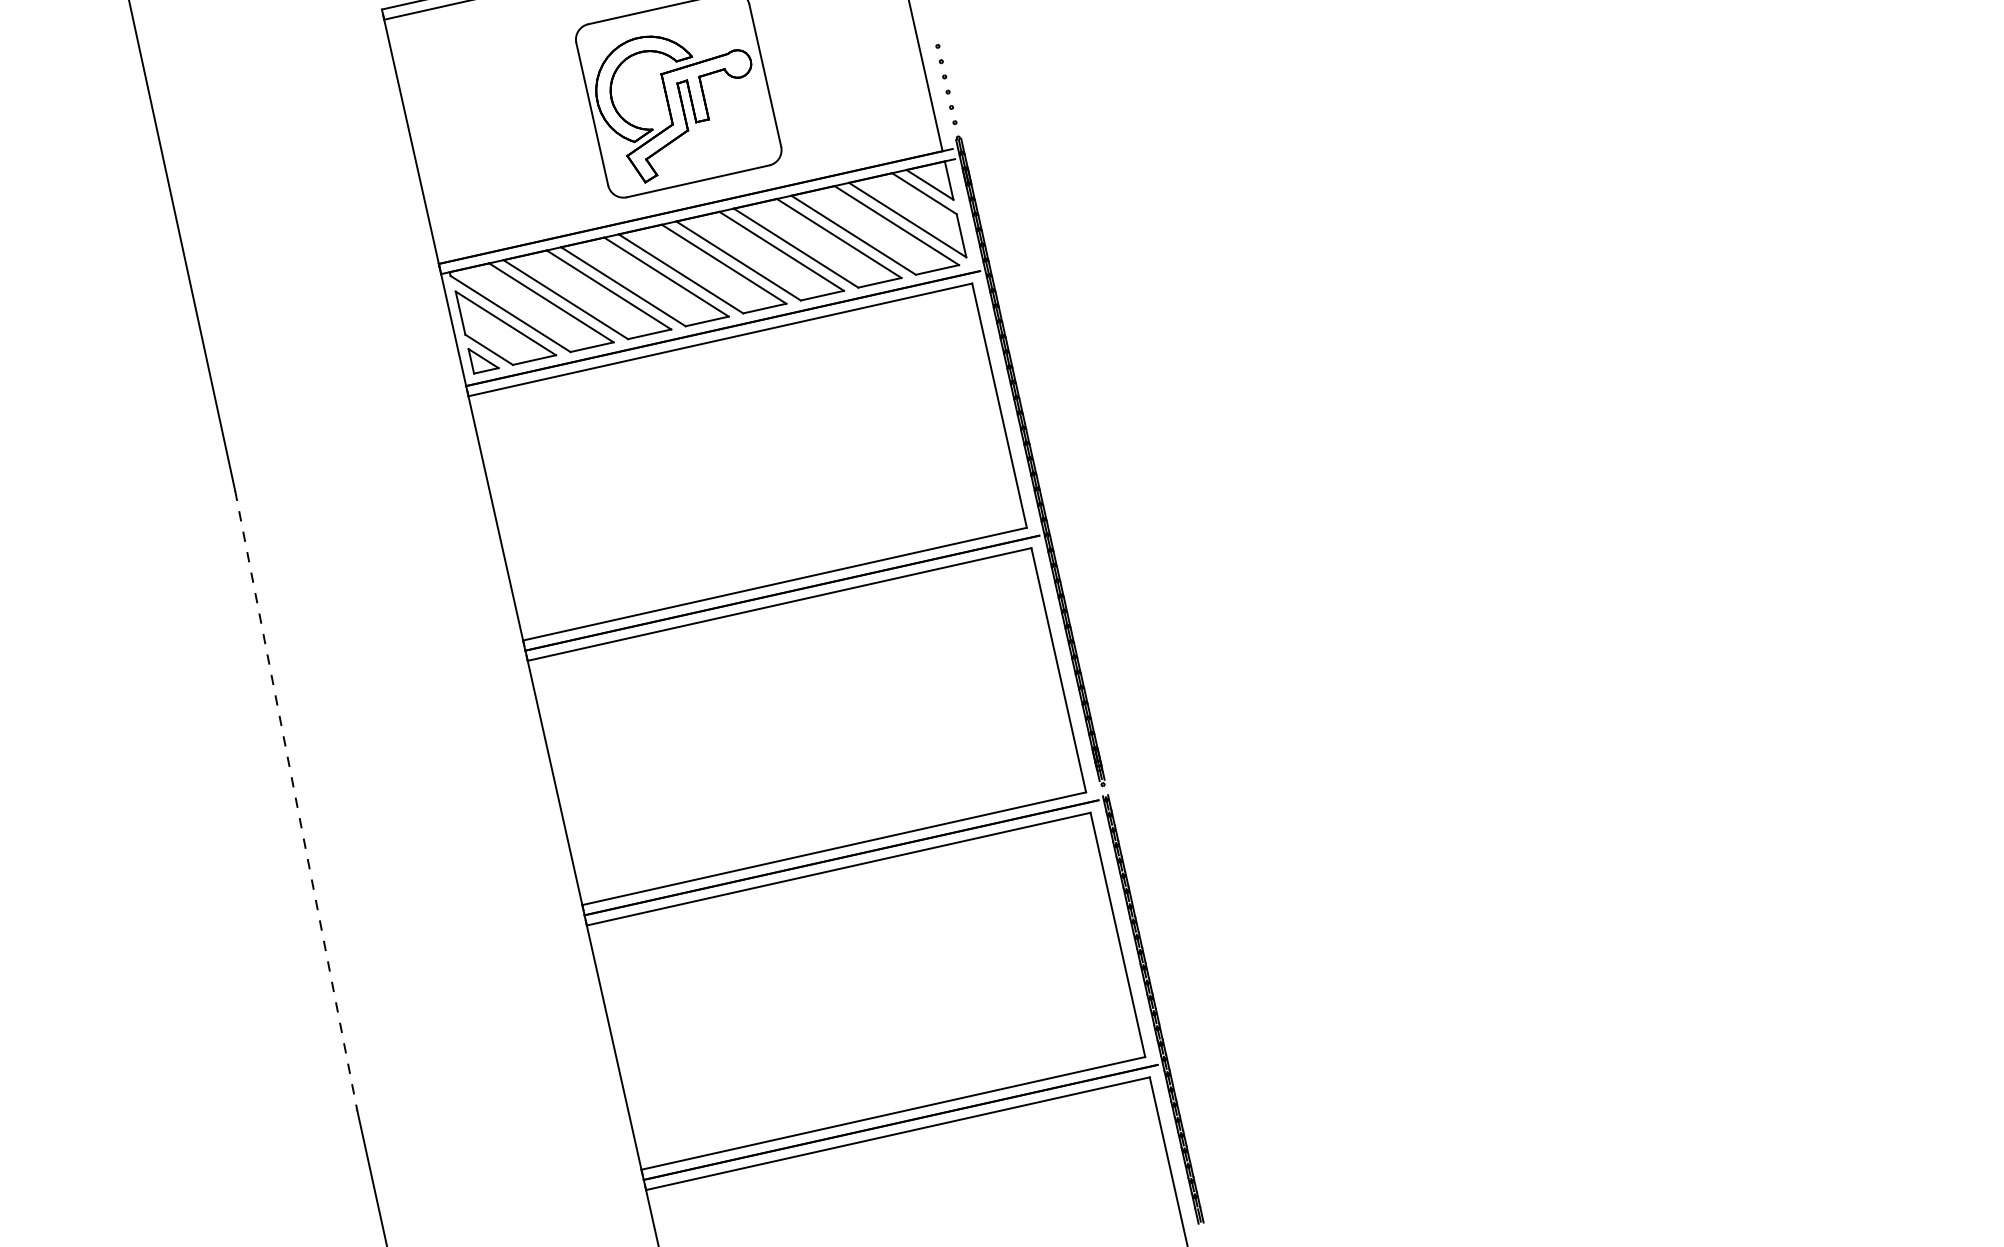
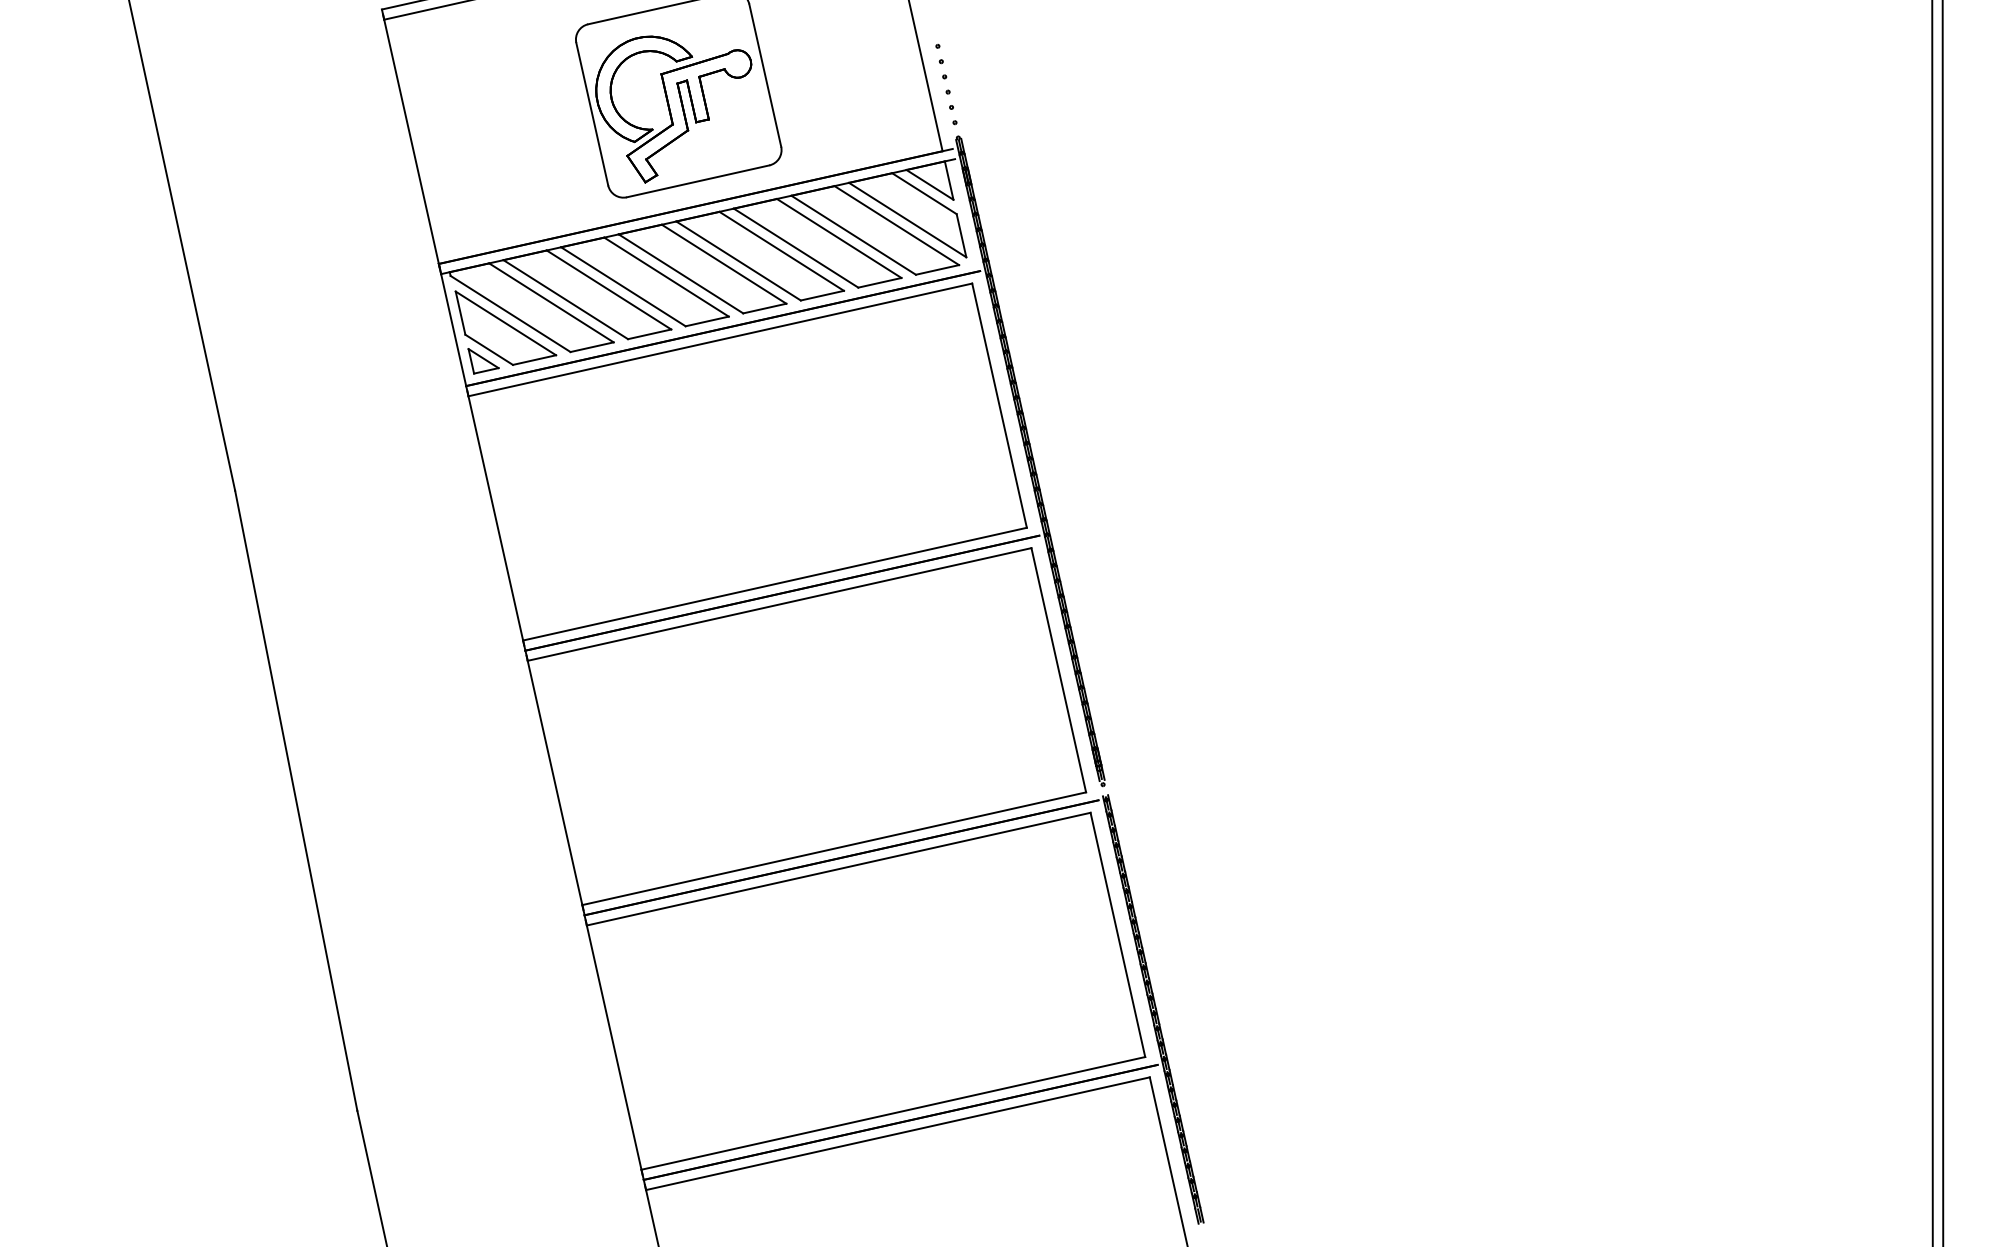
line at (1932, 622): none -> present
line at (1942, 622): none -> present
line at (296, 801): dashed -> solid
